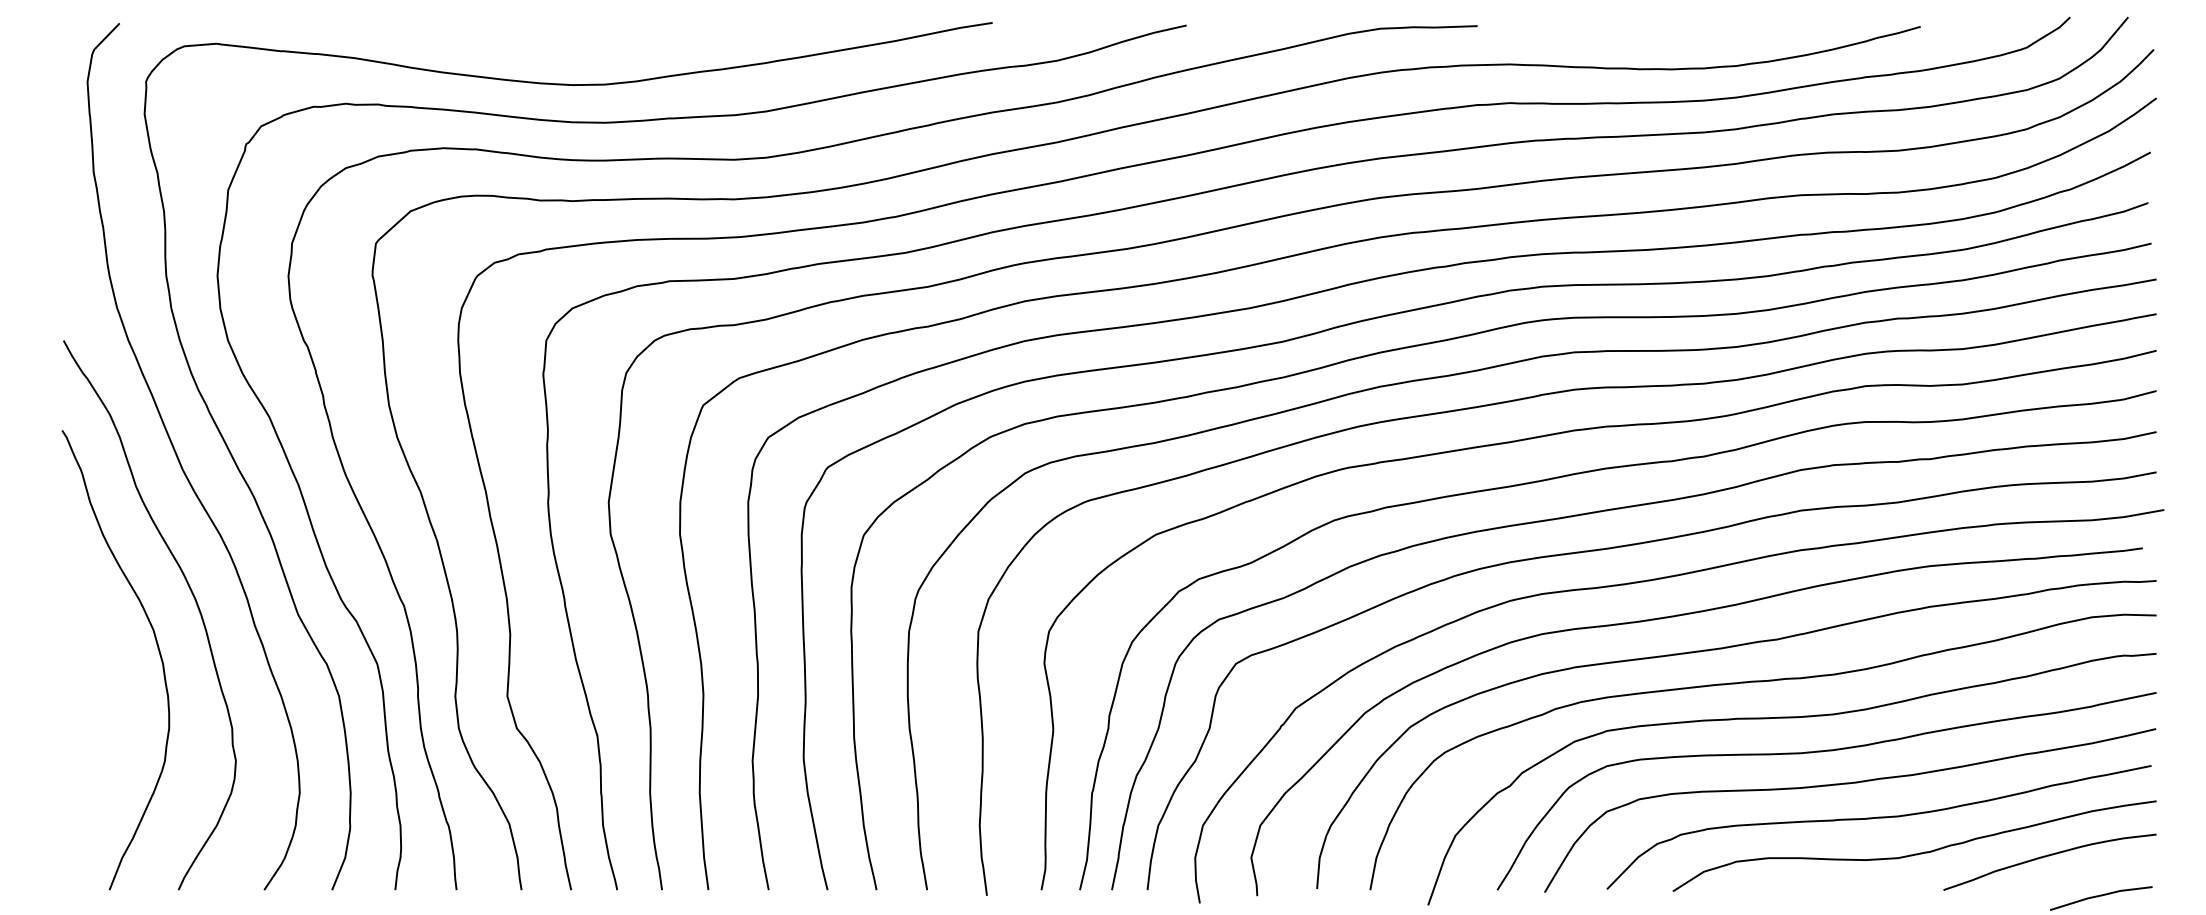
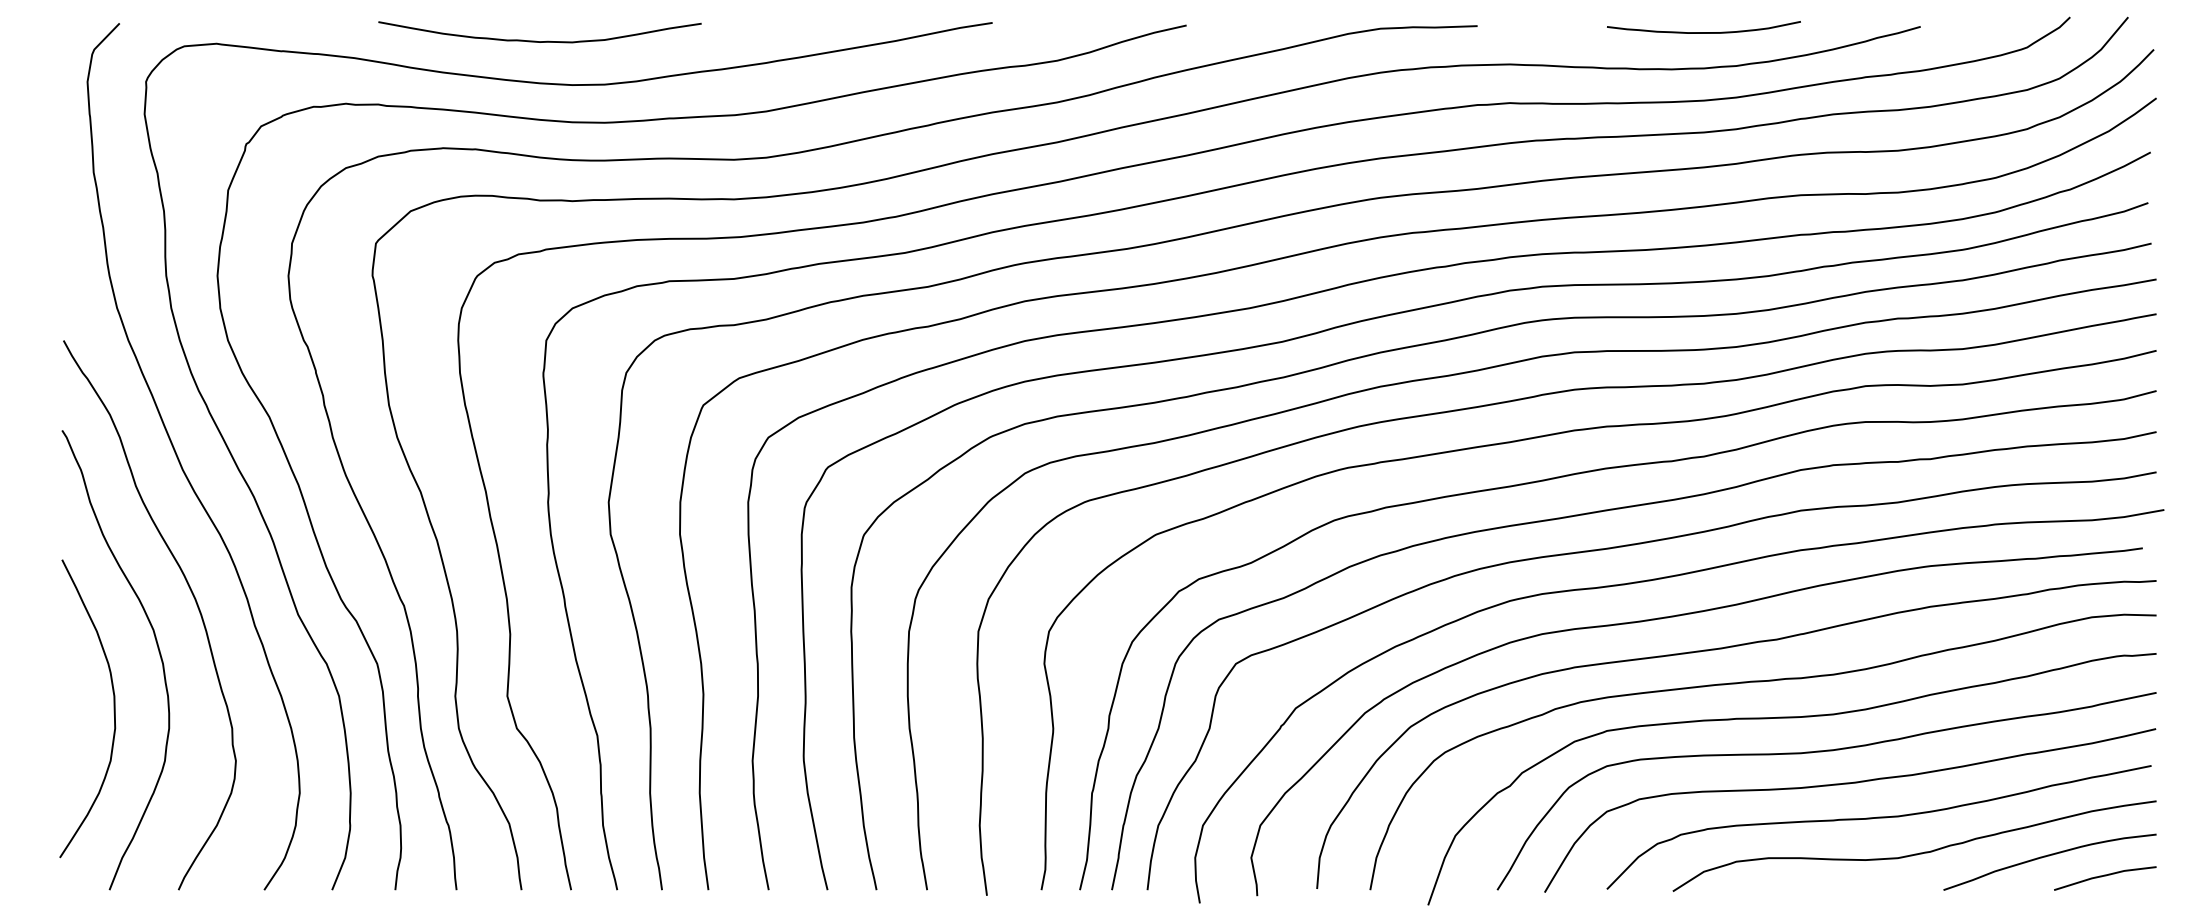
curve at (1703, 32): none -> present
curve at (535, 40): none -> present
curve at (113, 708): none -> present
line at (2101, 896) position: (2101, 896) -> (2105, 876)
